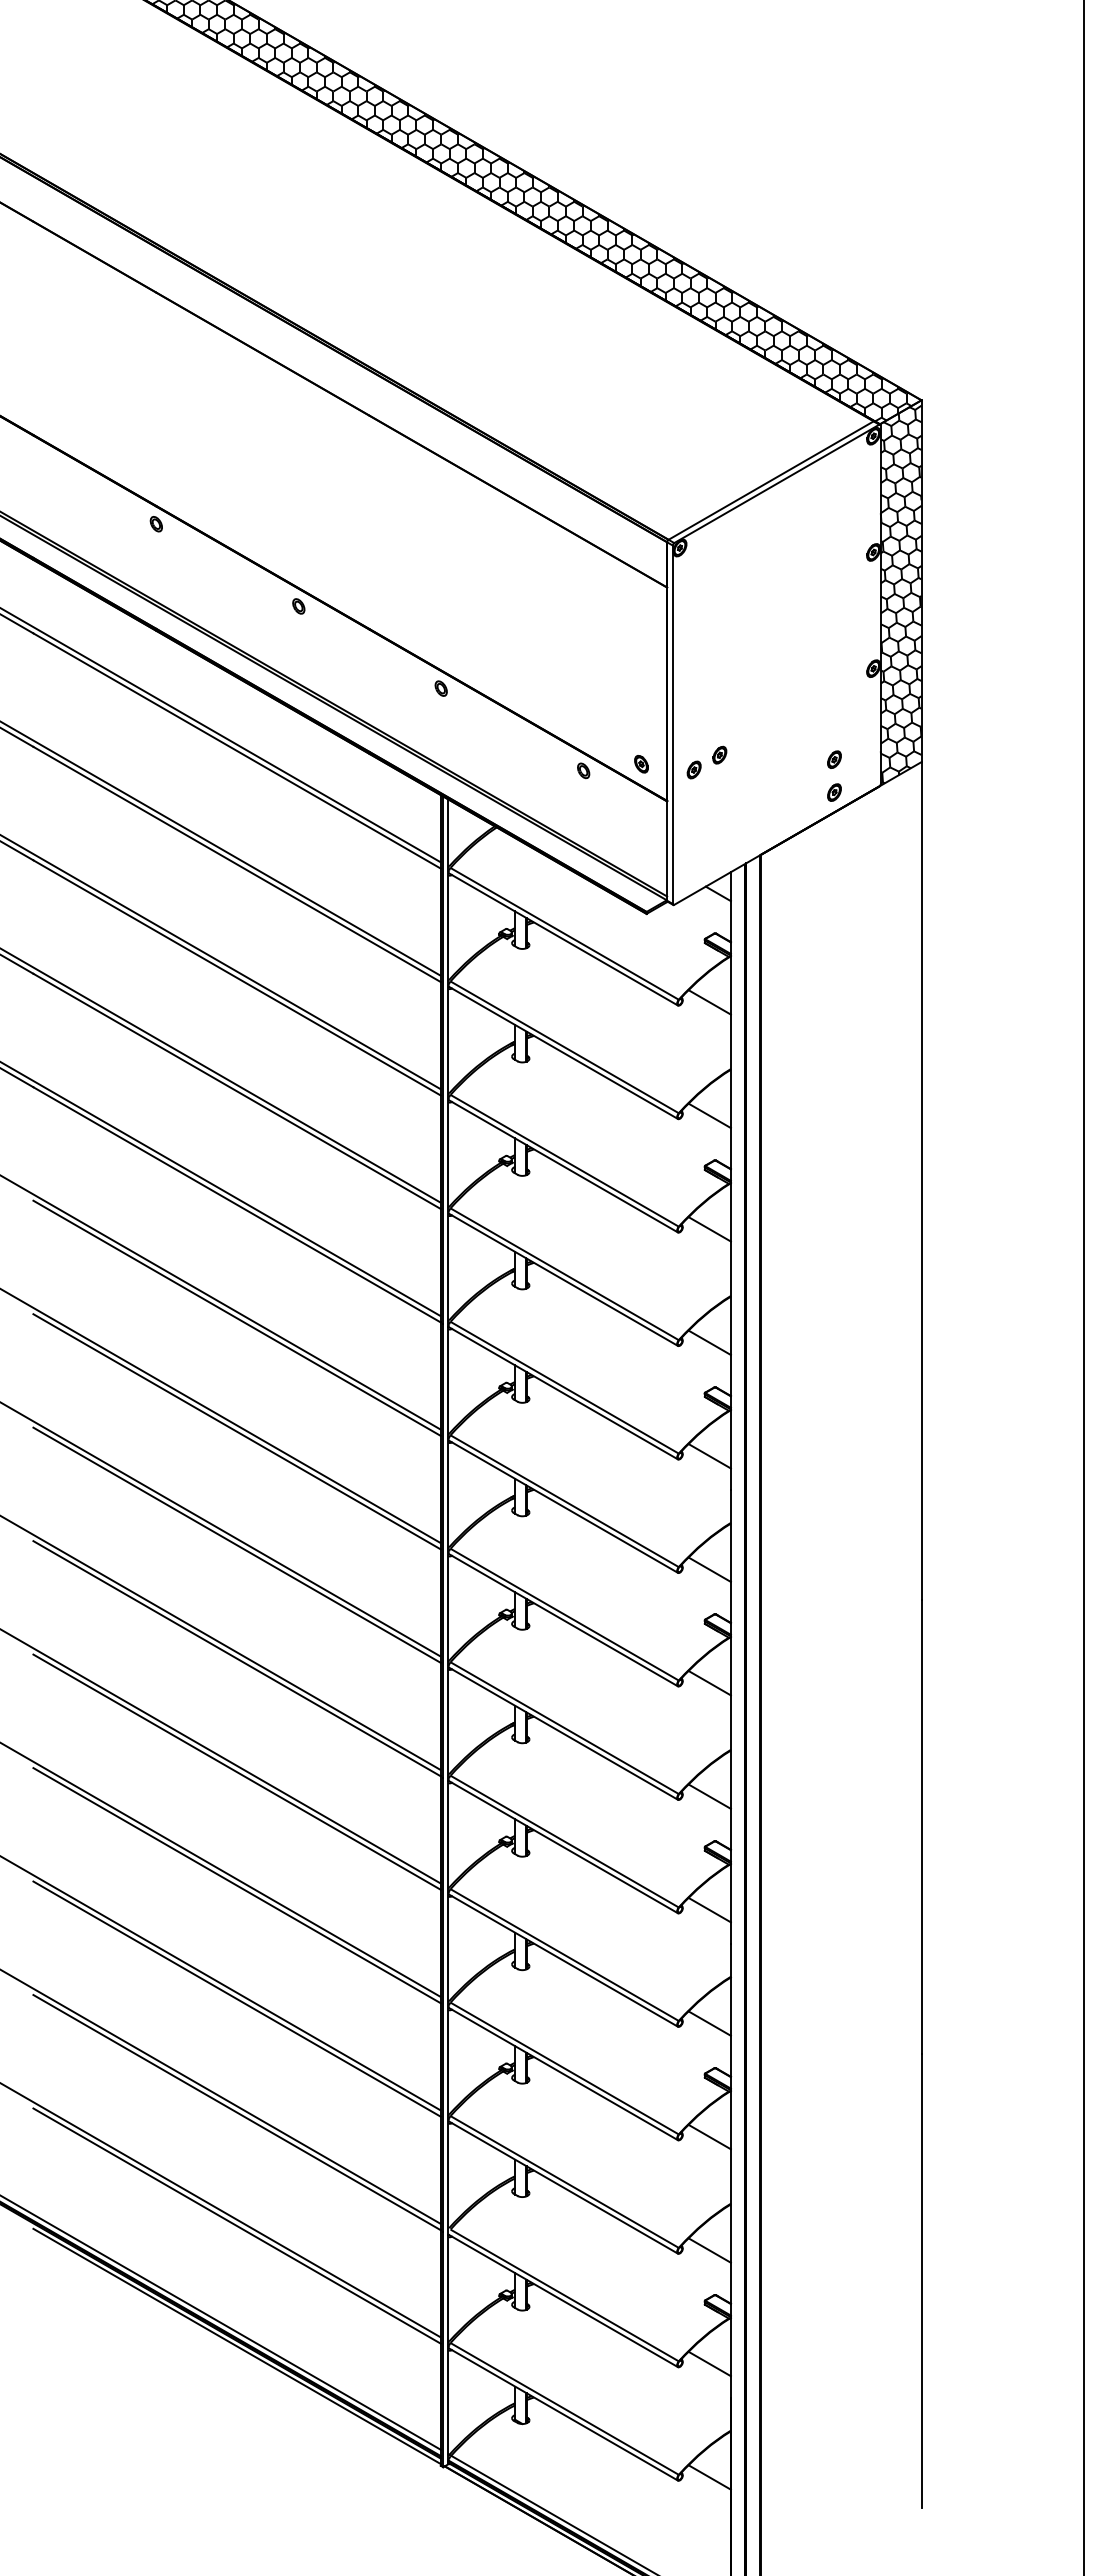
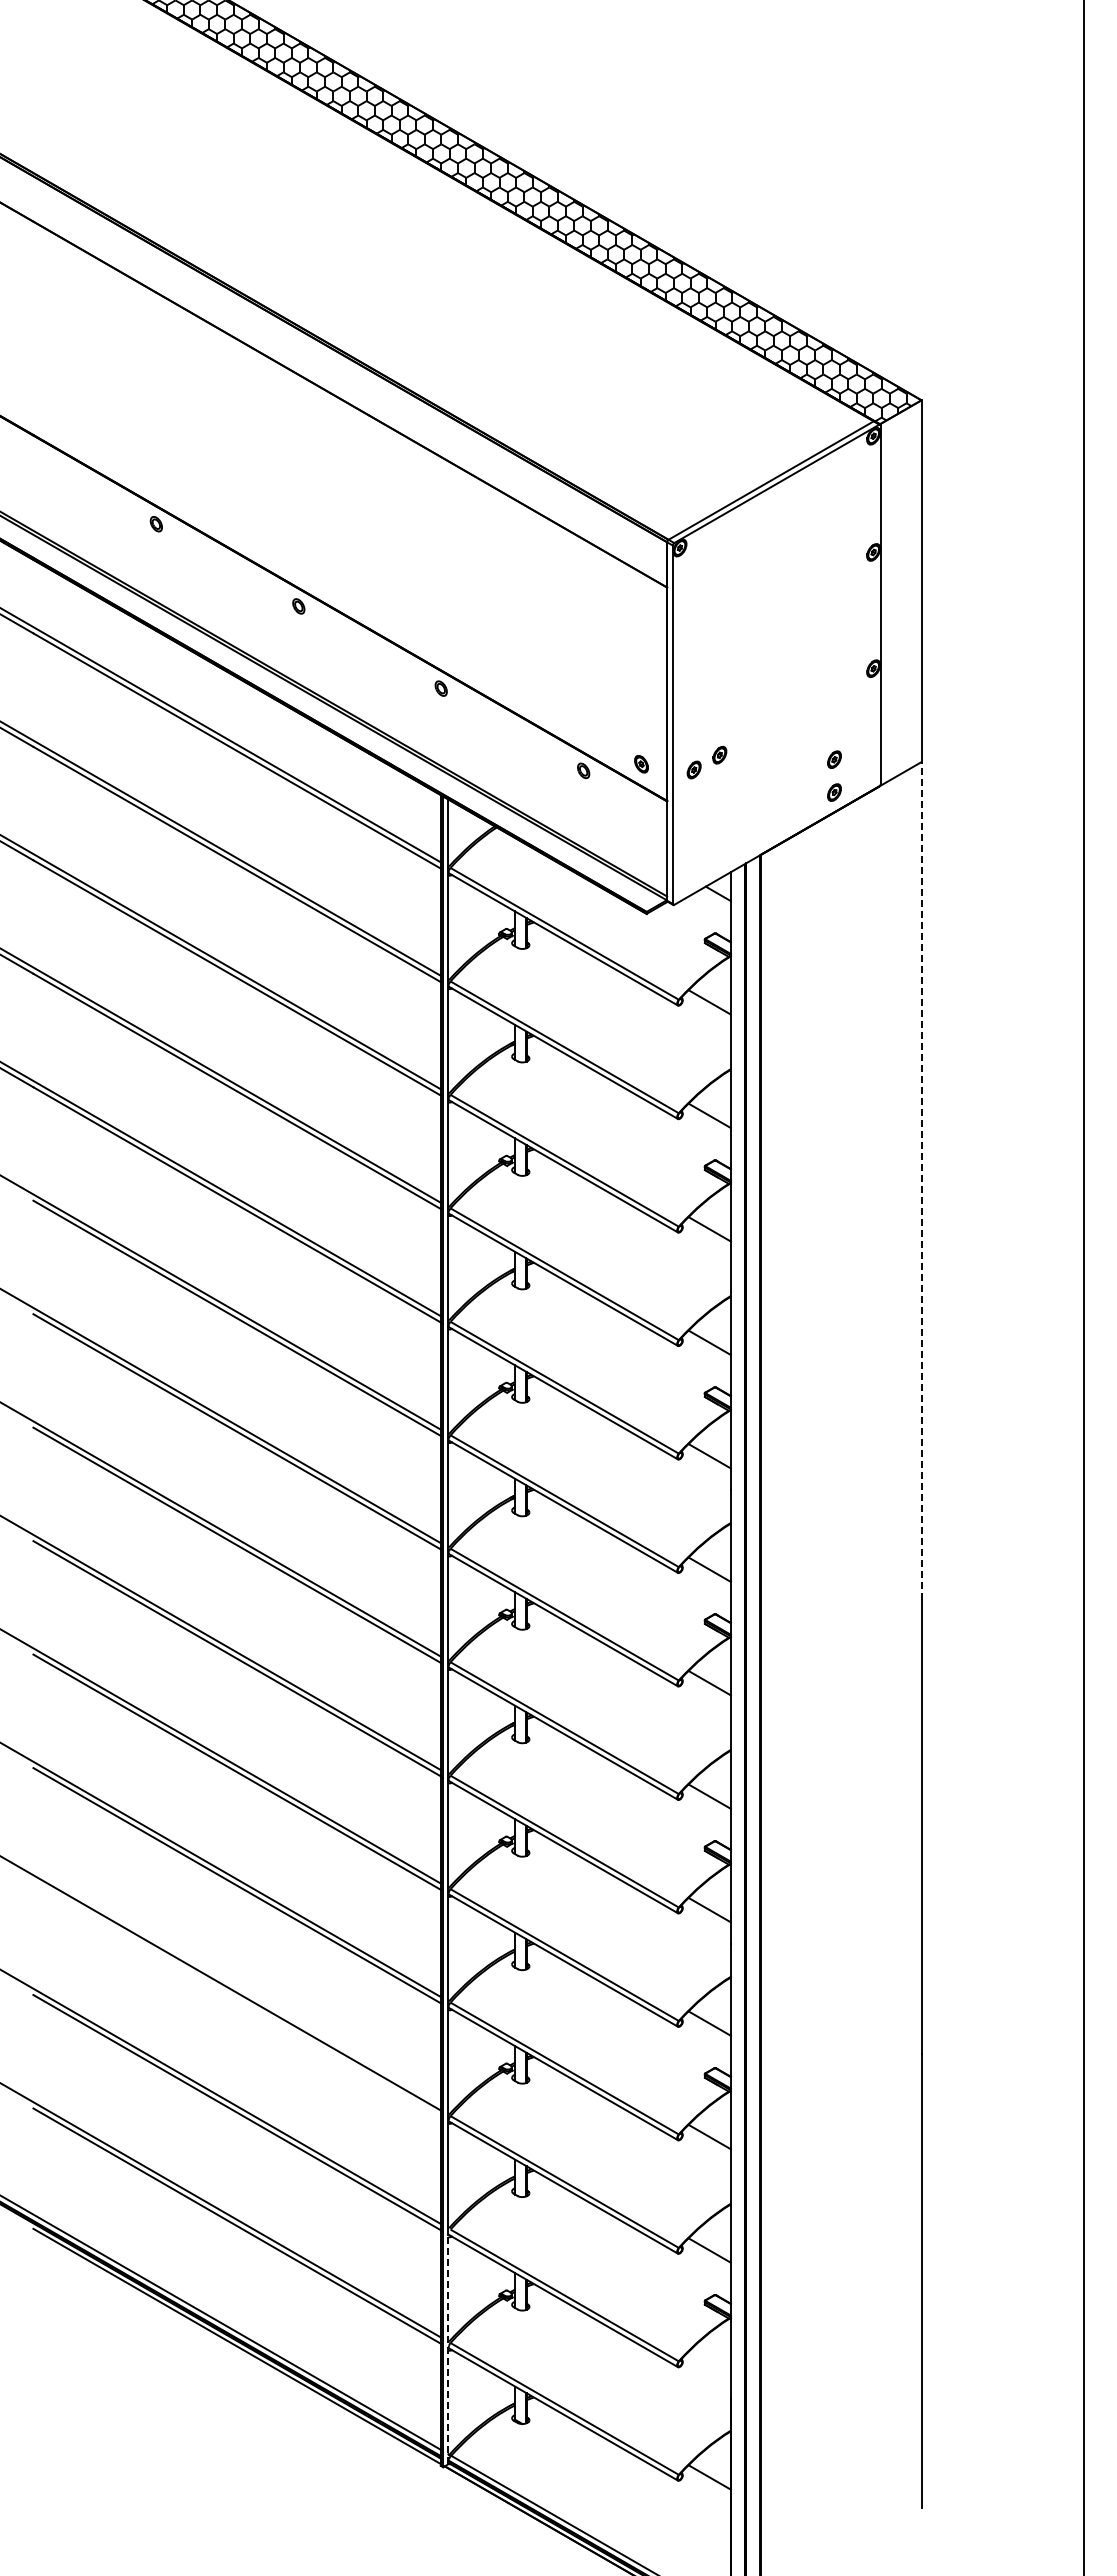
hatch at (900, 594): present -> none
line at (921, 1180): solid -> dashed
line at (236, 1998): present -> none
line at (448, 2349): solid -> dashed
line at (709, 2363): present -> none
